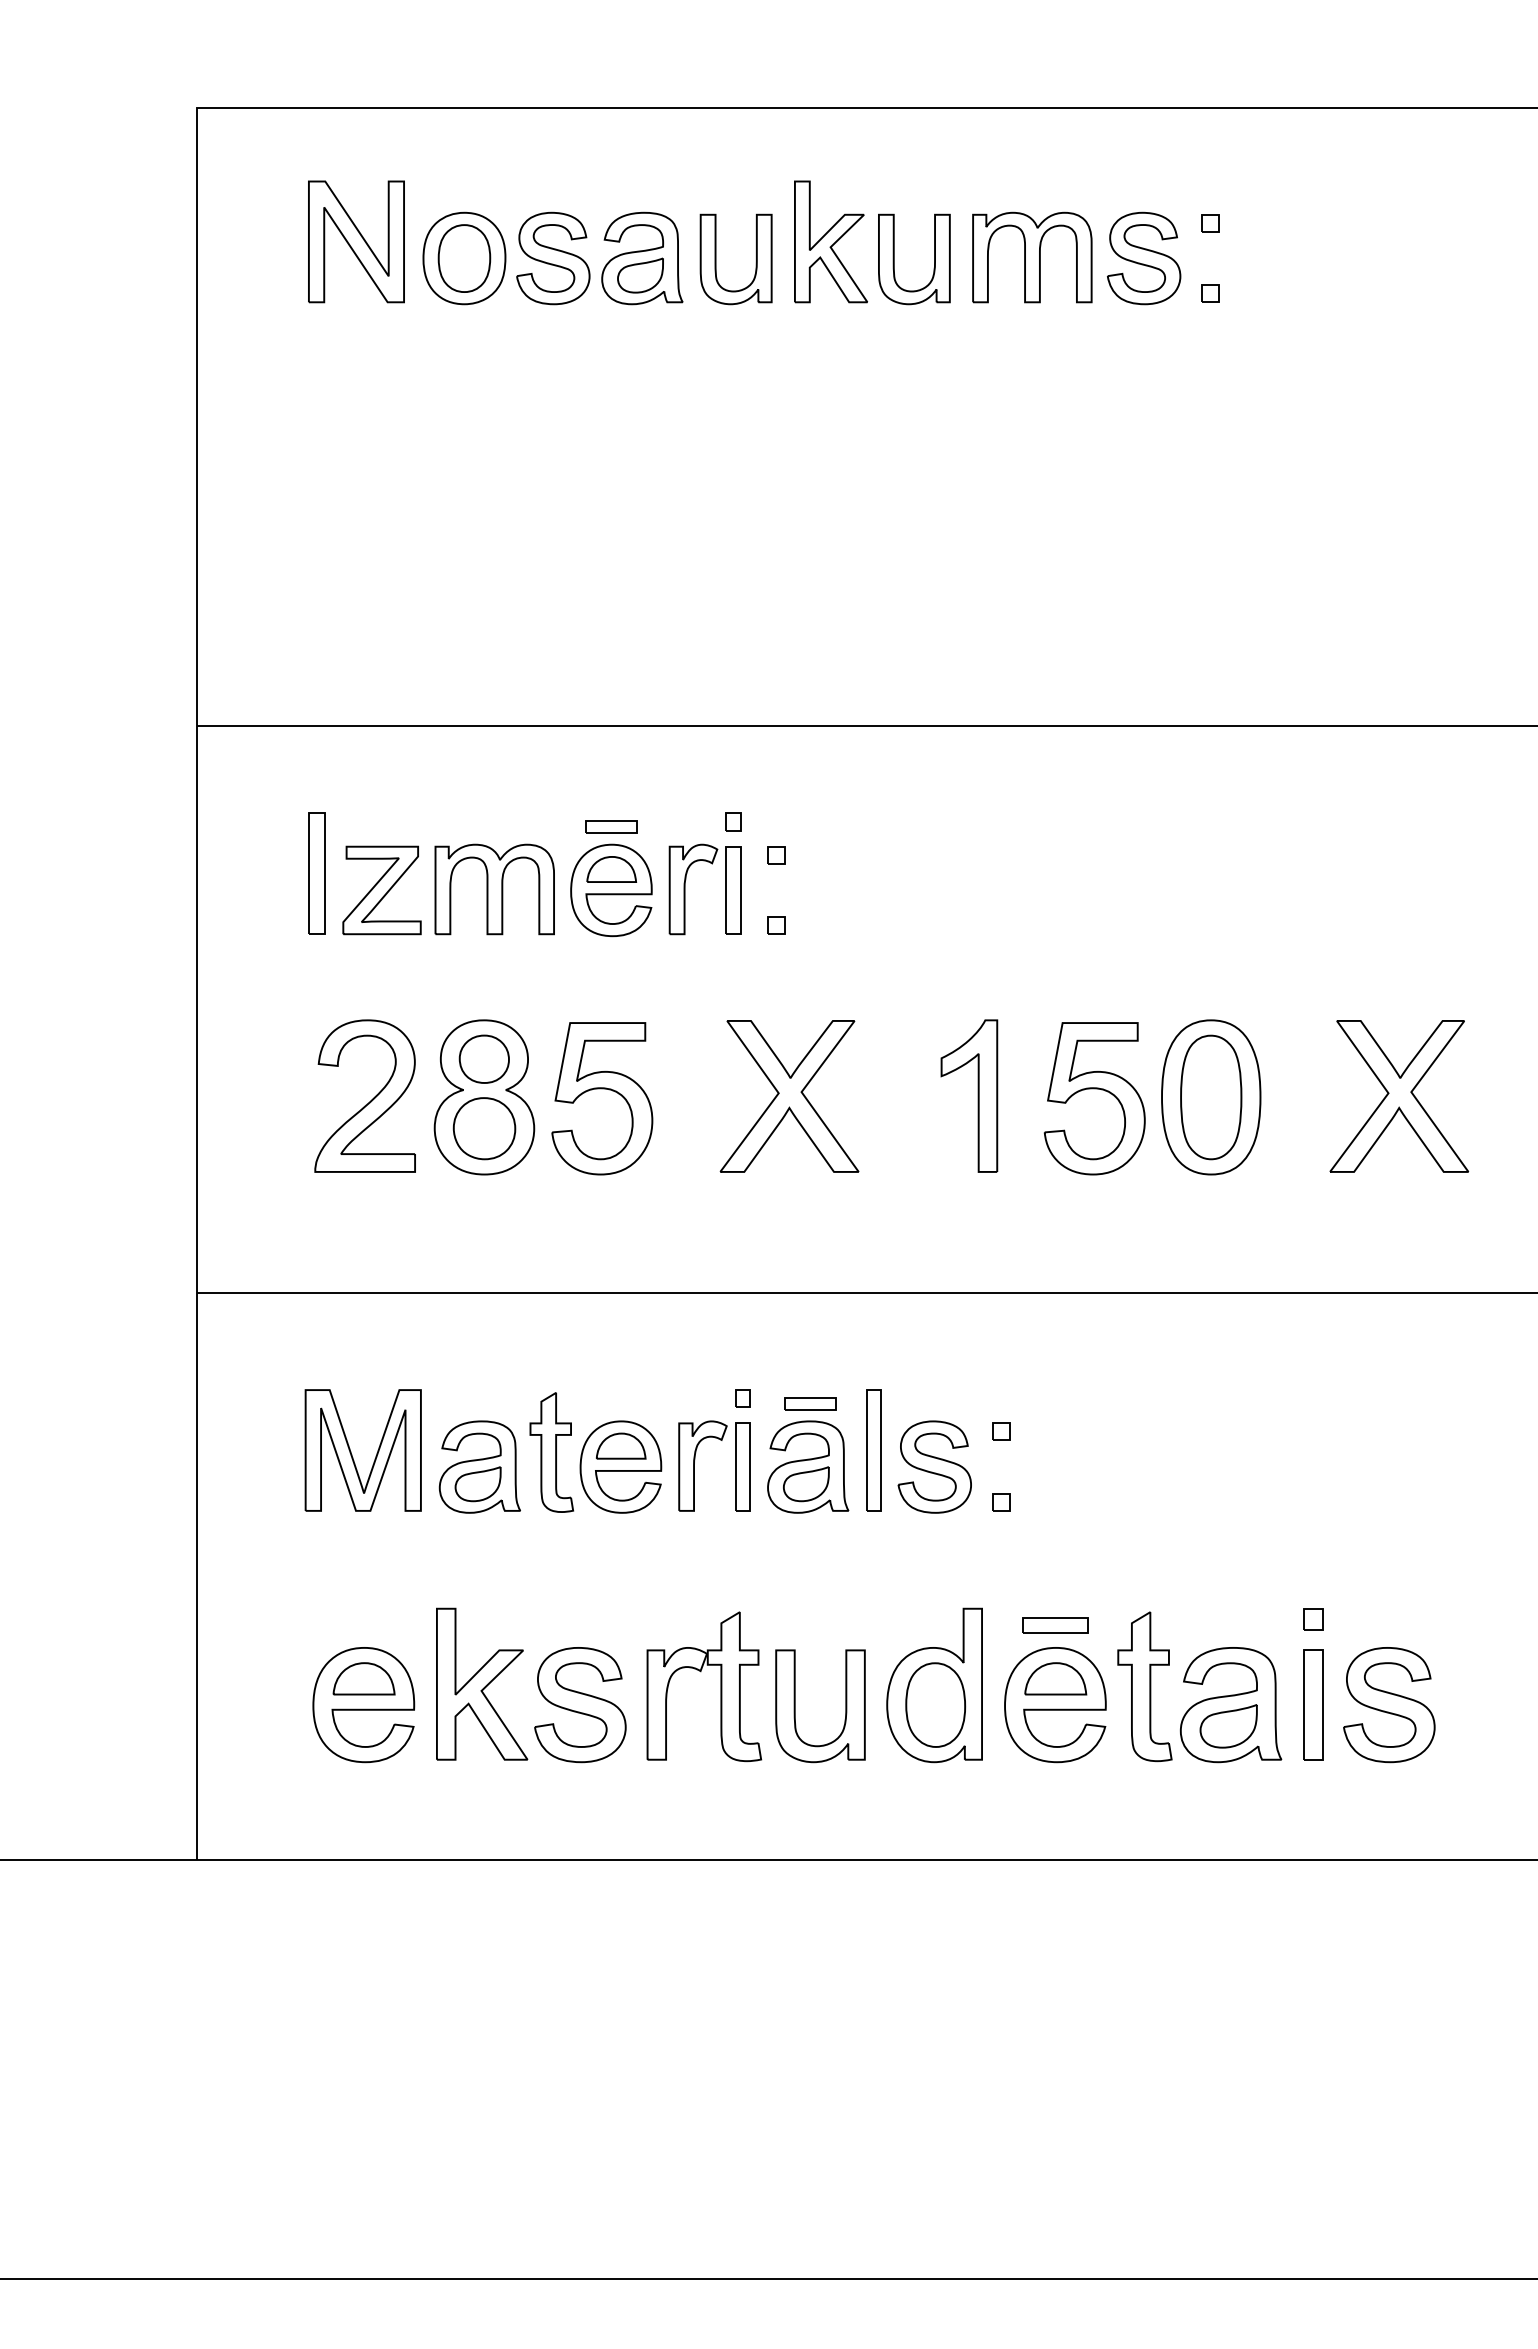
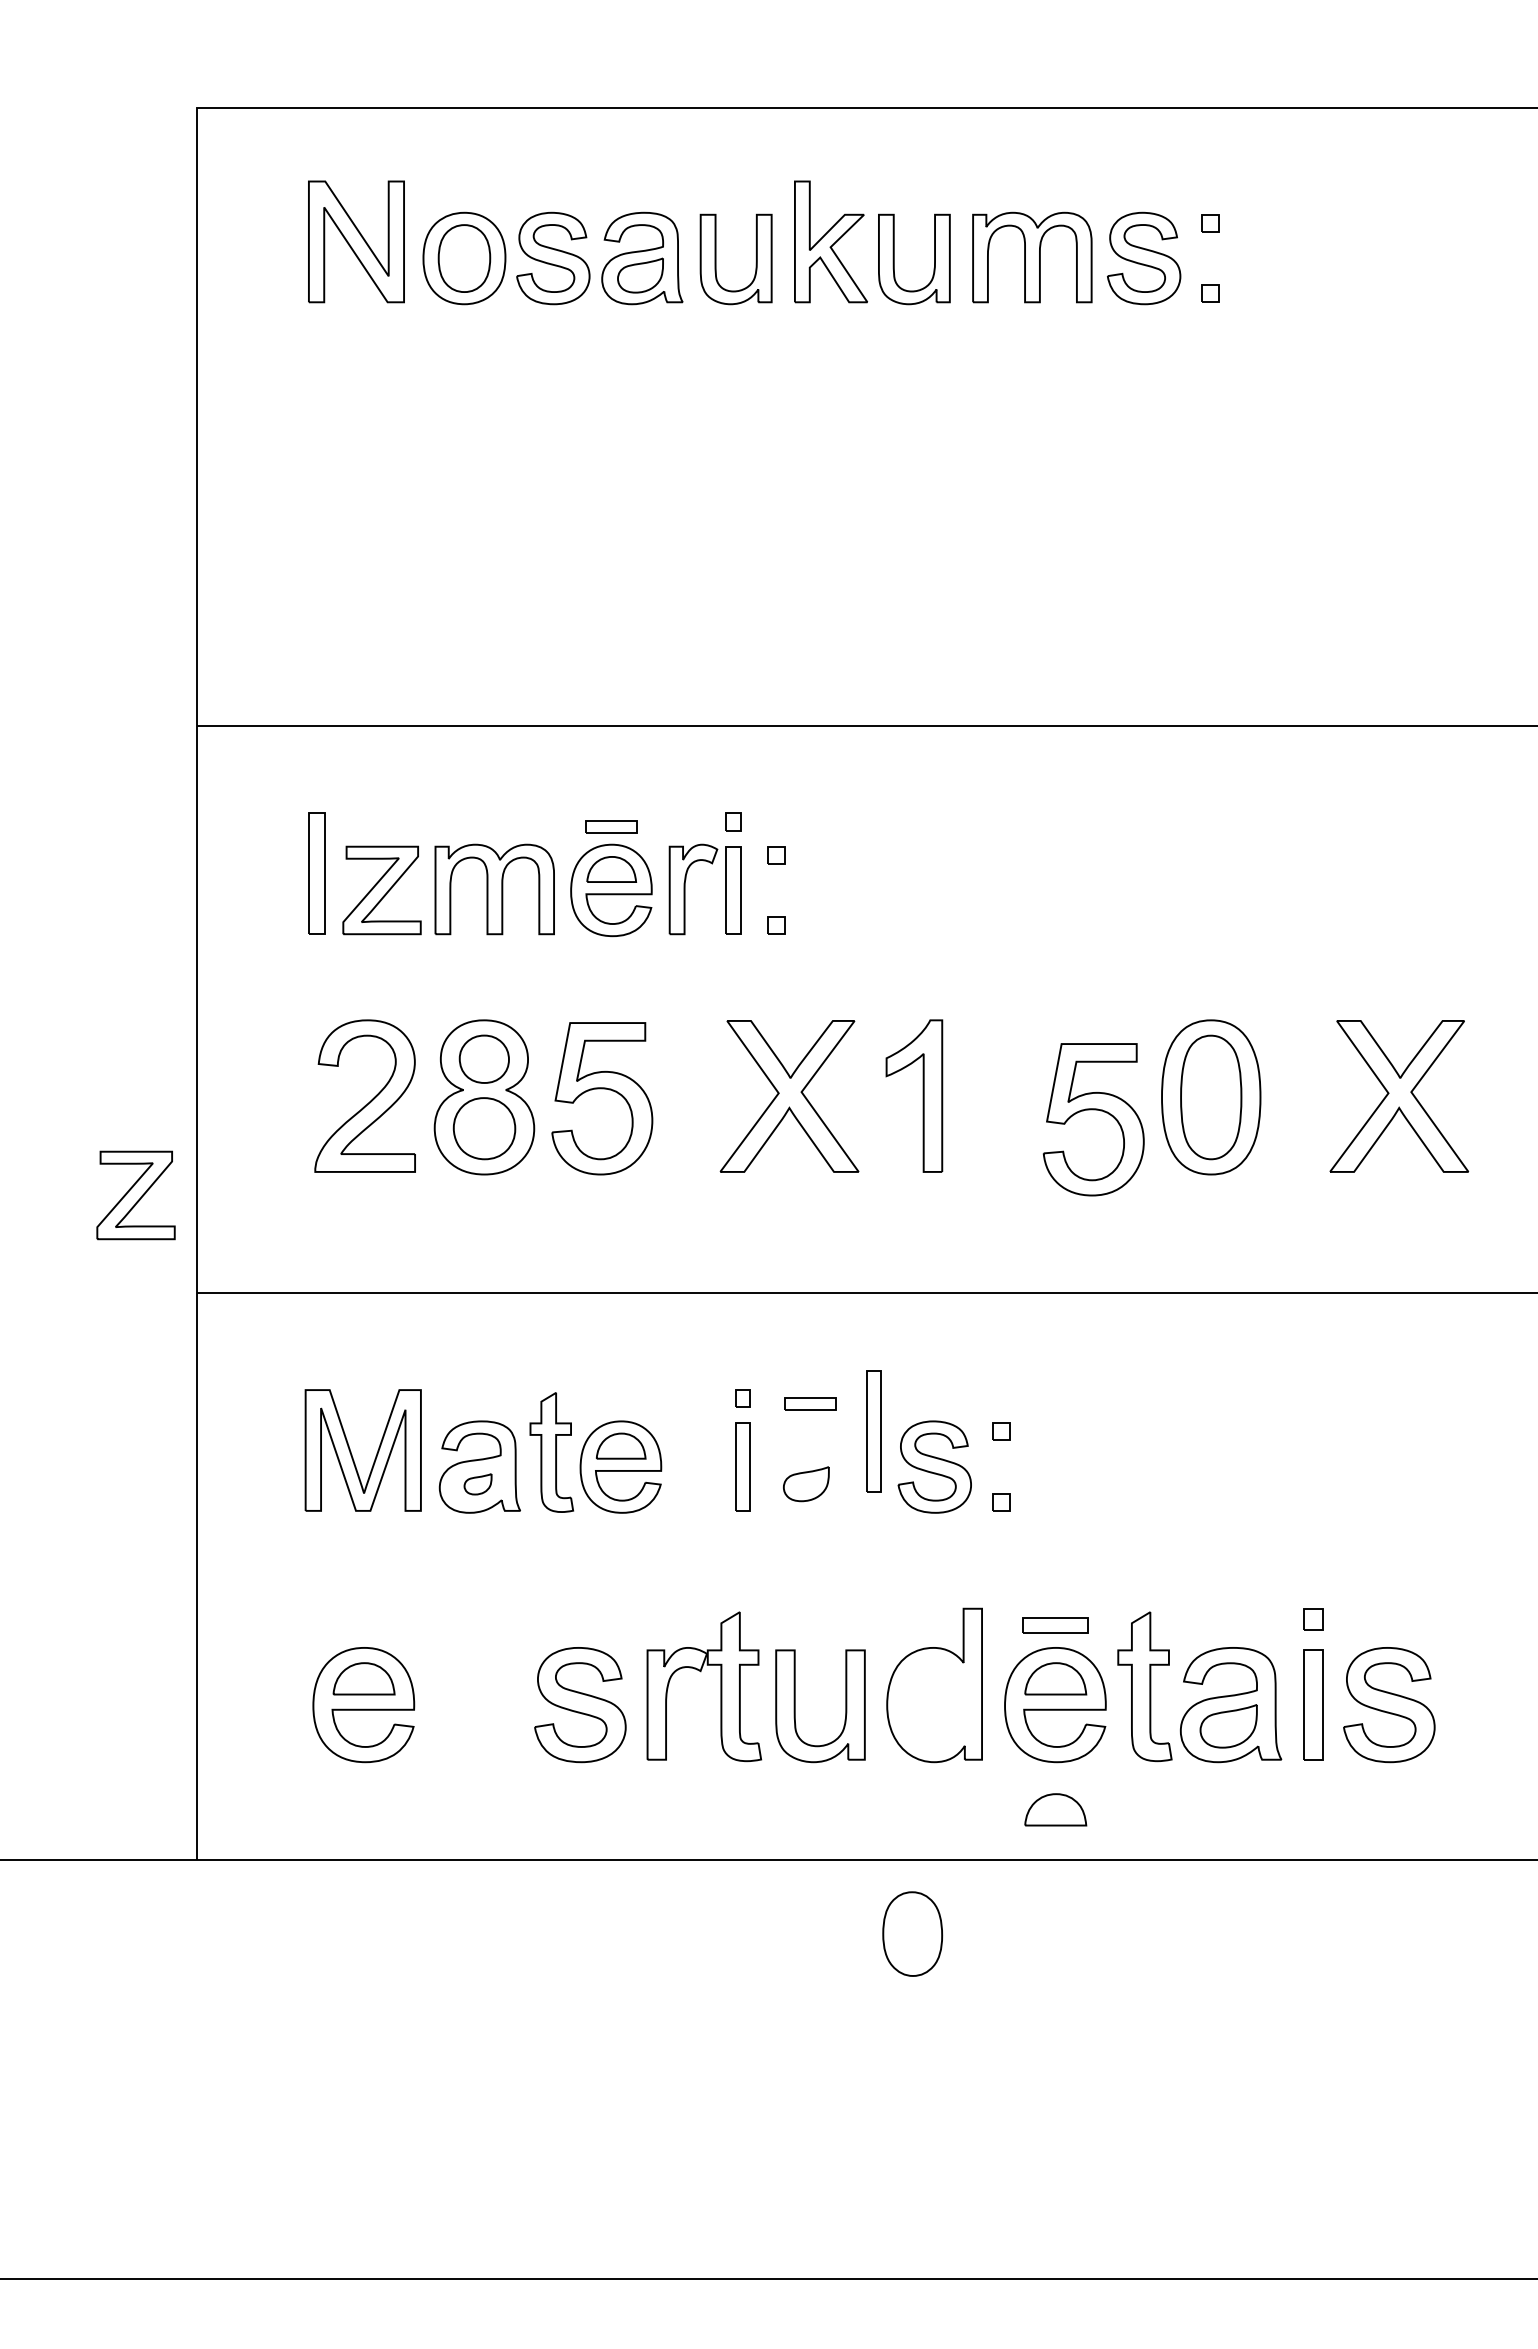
part at (1094, 1089) position: (1094, 1089) -> (1093, 1110)
part at (977, 1095) position: (977, 1095) -> (922, 1095)
part at (135, 1195): none -> present
part at (873, 1450) position: (873, 1450) -> (873, 1431)
part at (694, 1465): present -> none
part at (808, 1466): present -> none
part at (477, 1484) size: 48x37 px -> 30x23 px
part at (482, 1683): present -> none
part at (935, 1704) position: (935, 1704) -> (912, 1933)
part at (1055, 1809): none -> present
